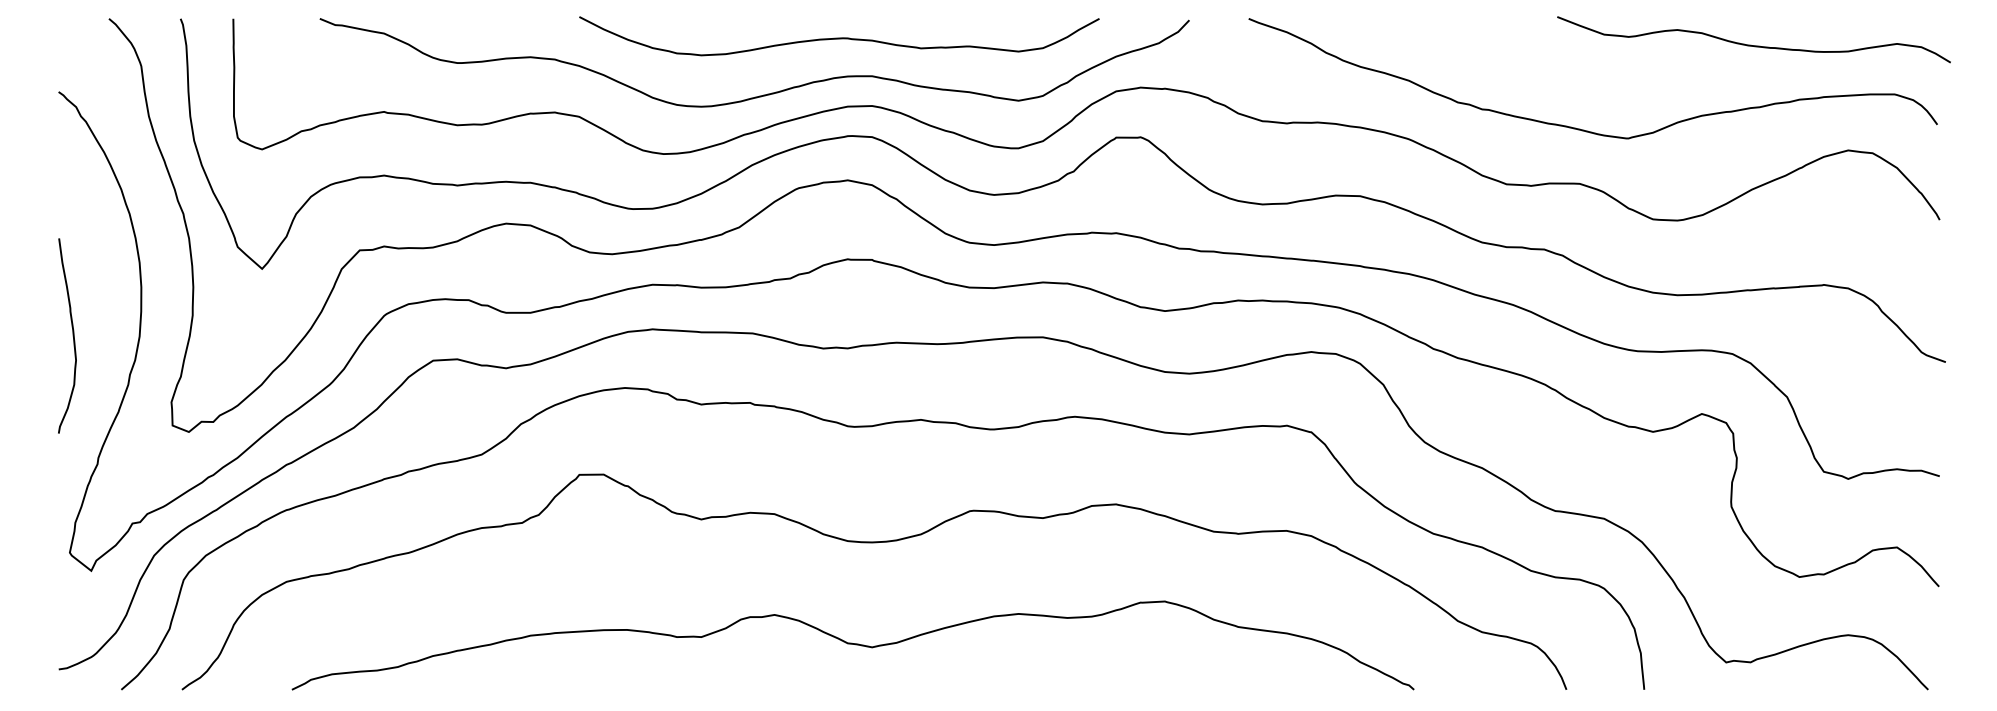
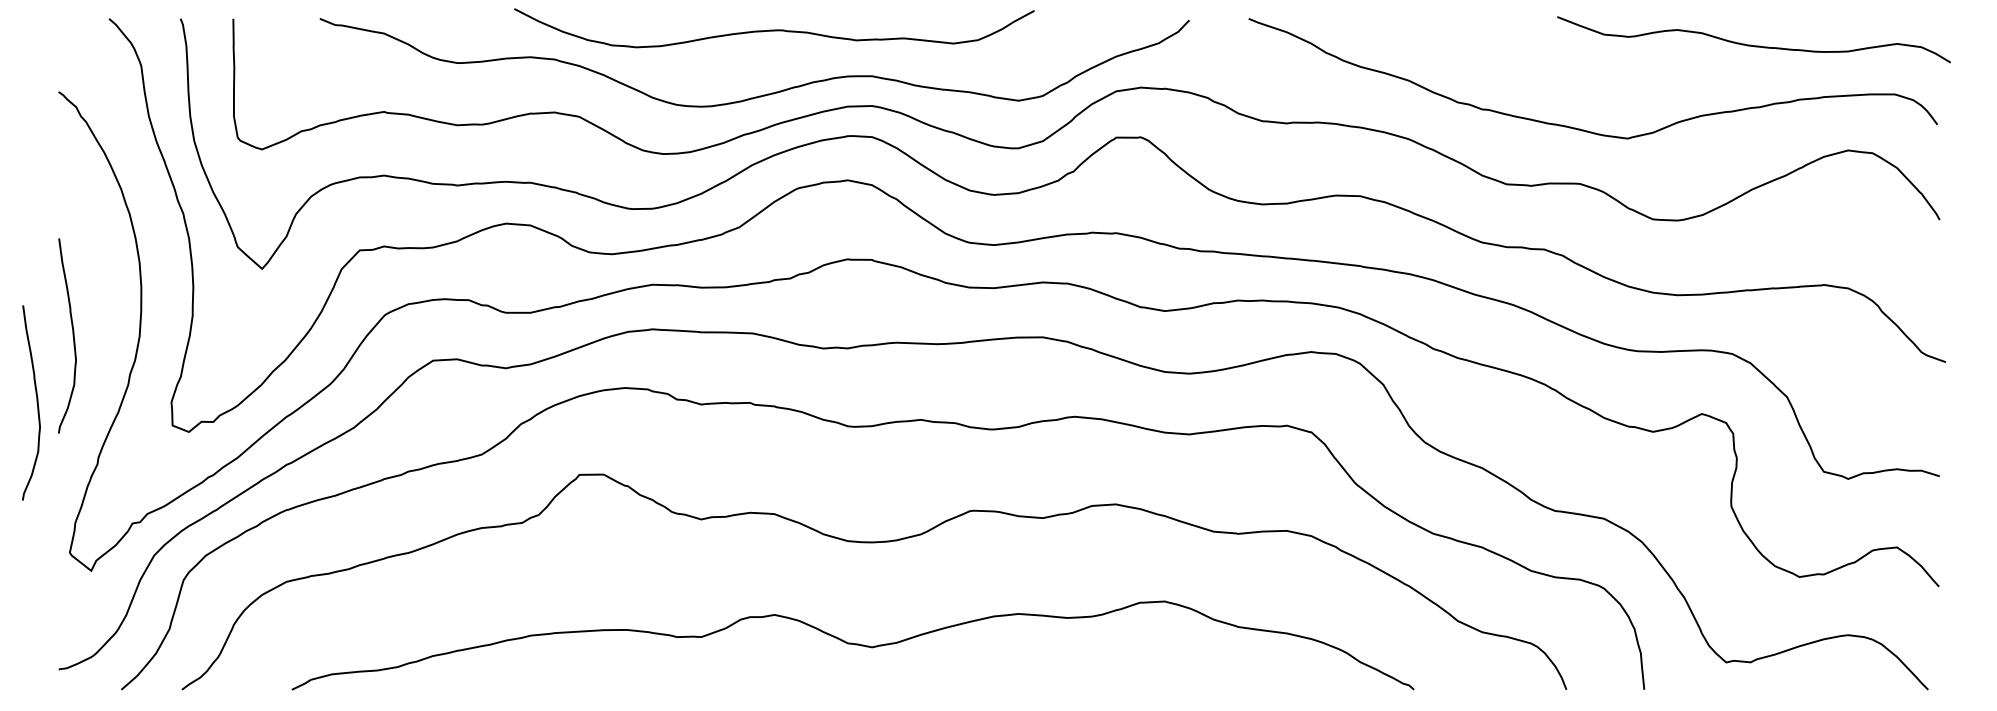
curve at (839, 37) position: (839, 37) -> (774, 29)
curve at (36, 402): none -> present
